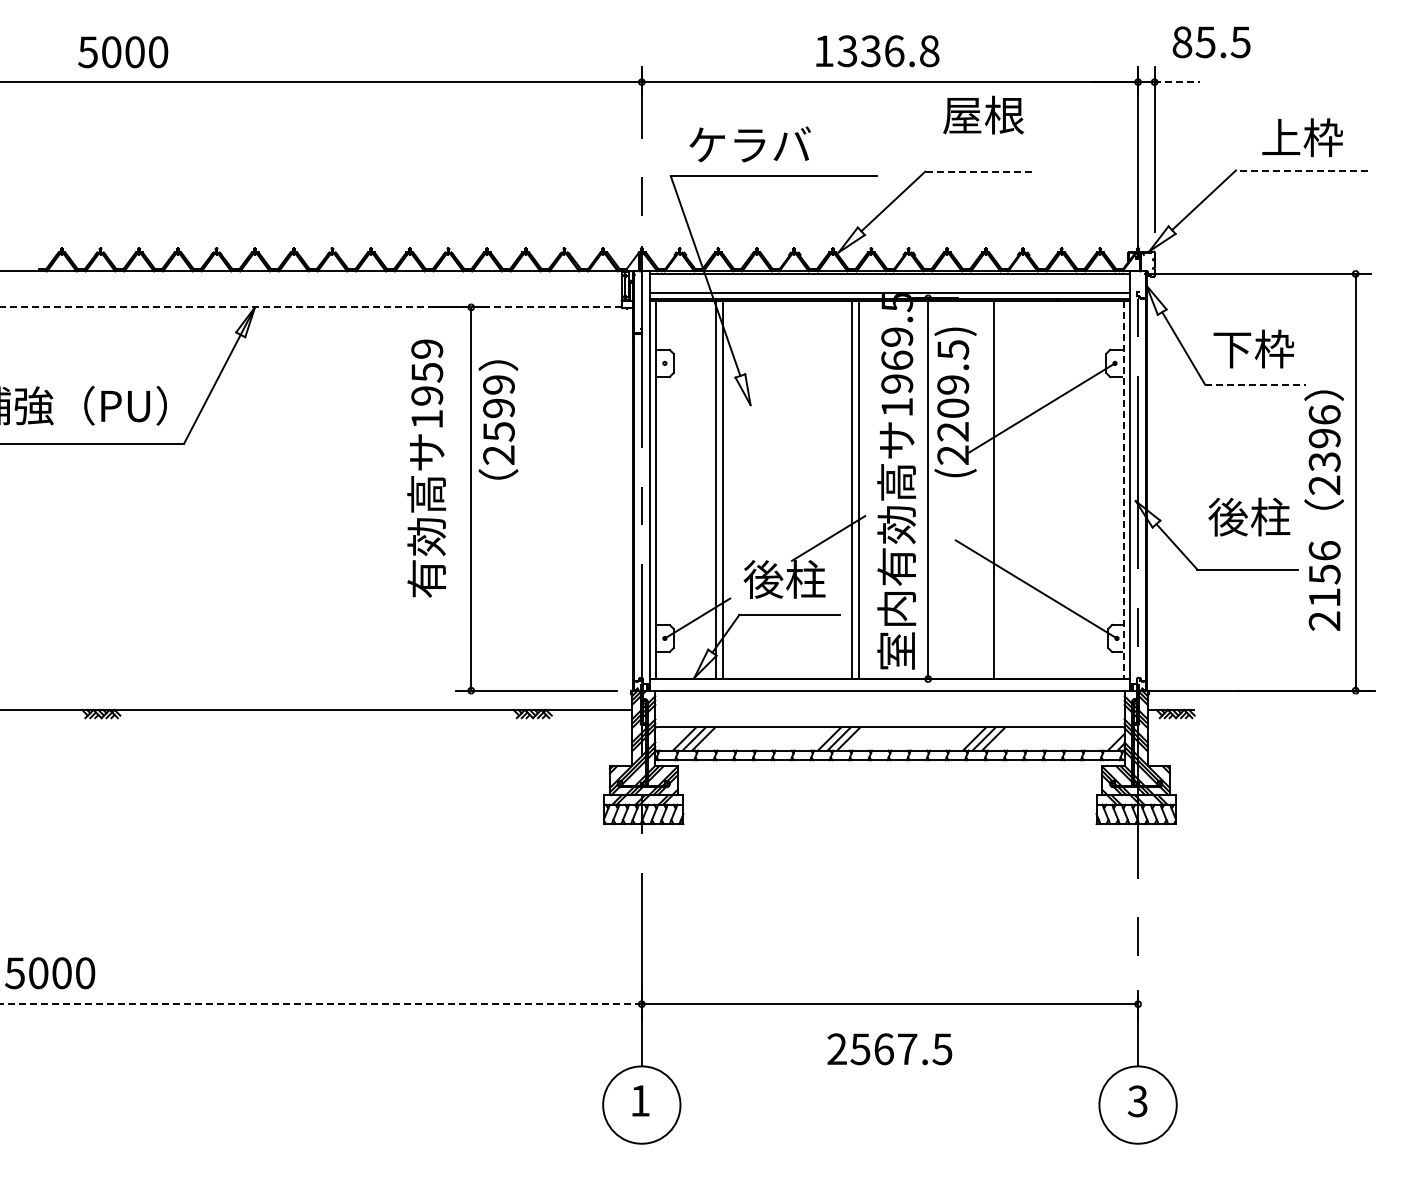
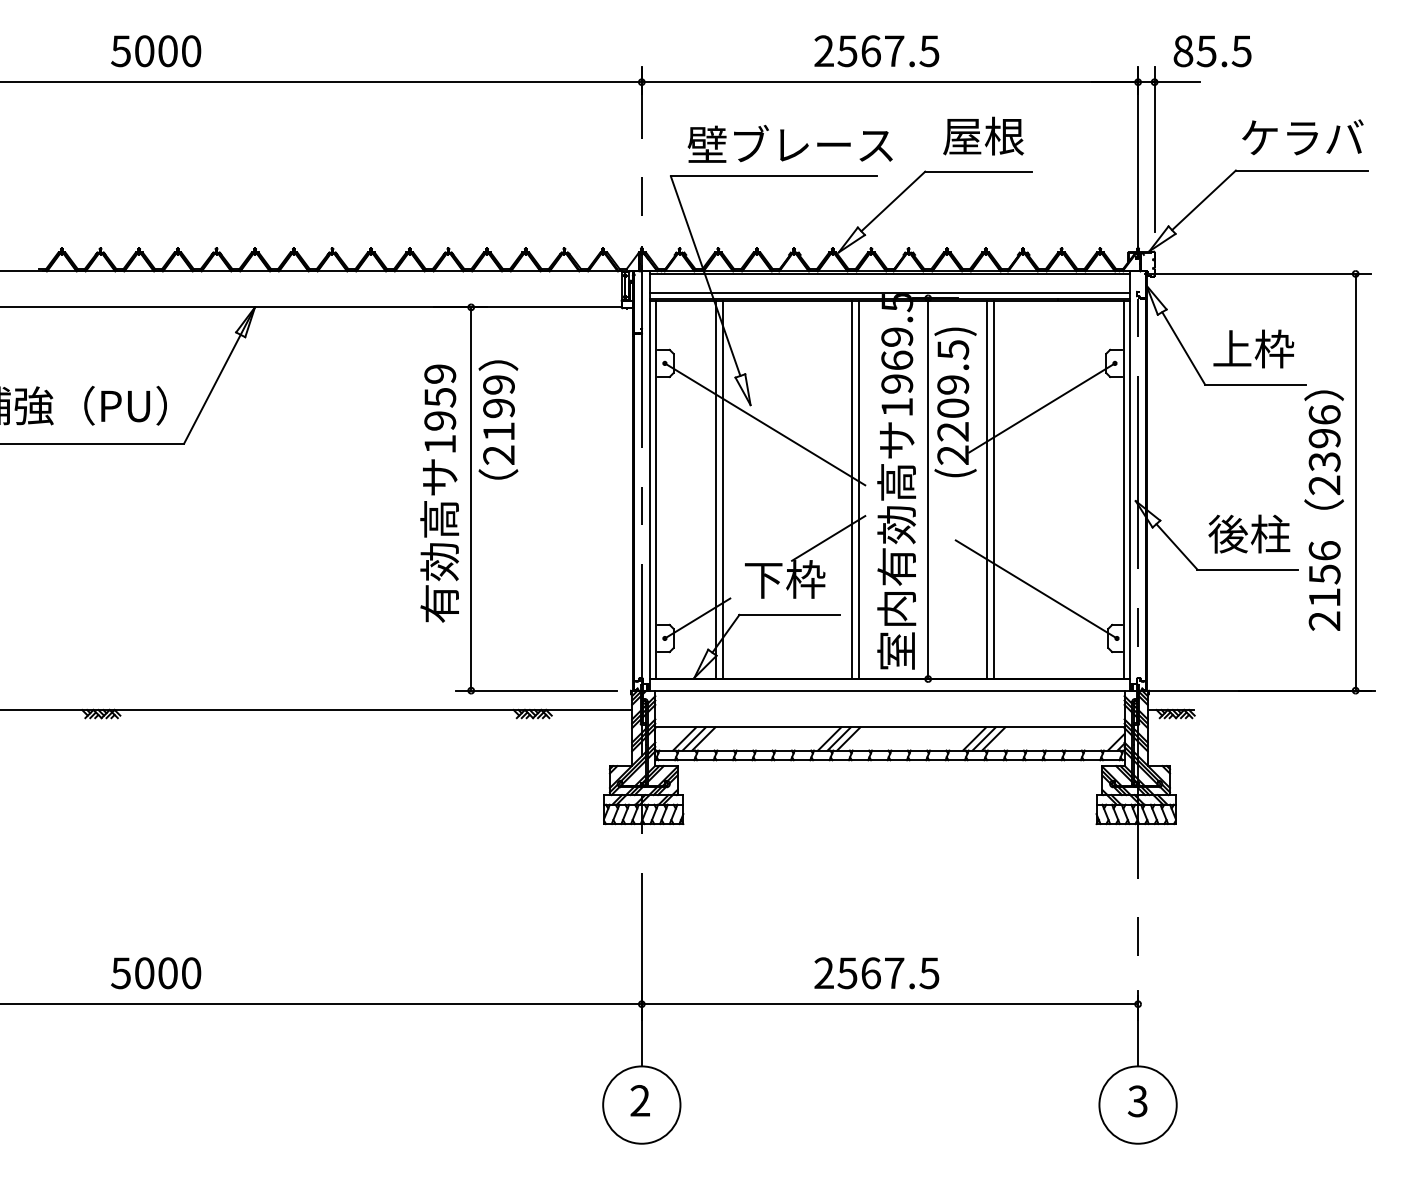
text at (1211, 42) position: (1211, 42) -> (1212, 51)
text at (876, 51): 1336.8 -> 2567.5
text at (123, 52) position: (123, 52) -> (156, 51)
line at (1177, 82): dashed -> solid
text at (983, 114) position: (983, 114) -> (983, 135)
text at (1302, 137): 上枠 -> ケラバ
text at (789, 143): ケラバ -> 壁ブレース
line at (1301, 170): dashed -> solid
line at (978, 171): dashed -> solid
line at (310, 307): dashed -> solid
text at (1232, 349): 下枠 -> 上枠
line at (1255, 384): dashed -> solid
line at (764, 424): none -> present
text at (498, 431): 2599 -> 2199
text at (426, 468) position: (426, 468) -> (439, 493)
line at (986, 490): none -> present
line at (1124, 490): dashed -> solid
text at (1249, 516) position: (1249, 516) -> (1249, 533)
text at (784, 579): 後柱 -> 下枠
text at (50, 973) position: (50, 973) -> (156, 973)
line at (321, 1004): dashed -> solid
text at (889, 1049) position: (889, 1049) -> (876, 973)
text at (639, 1100): 1 -> 2
